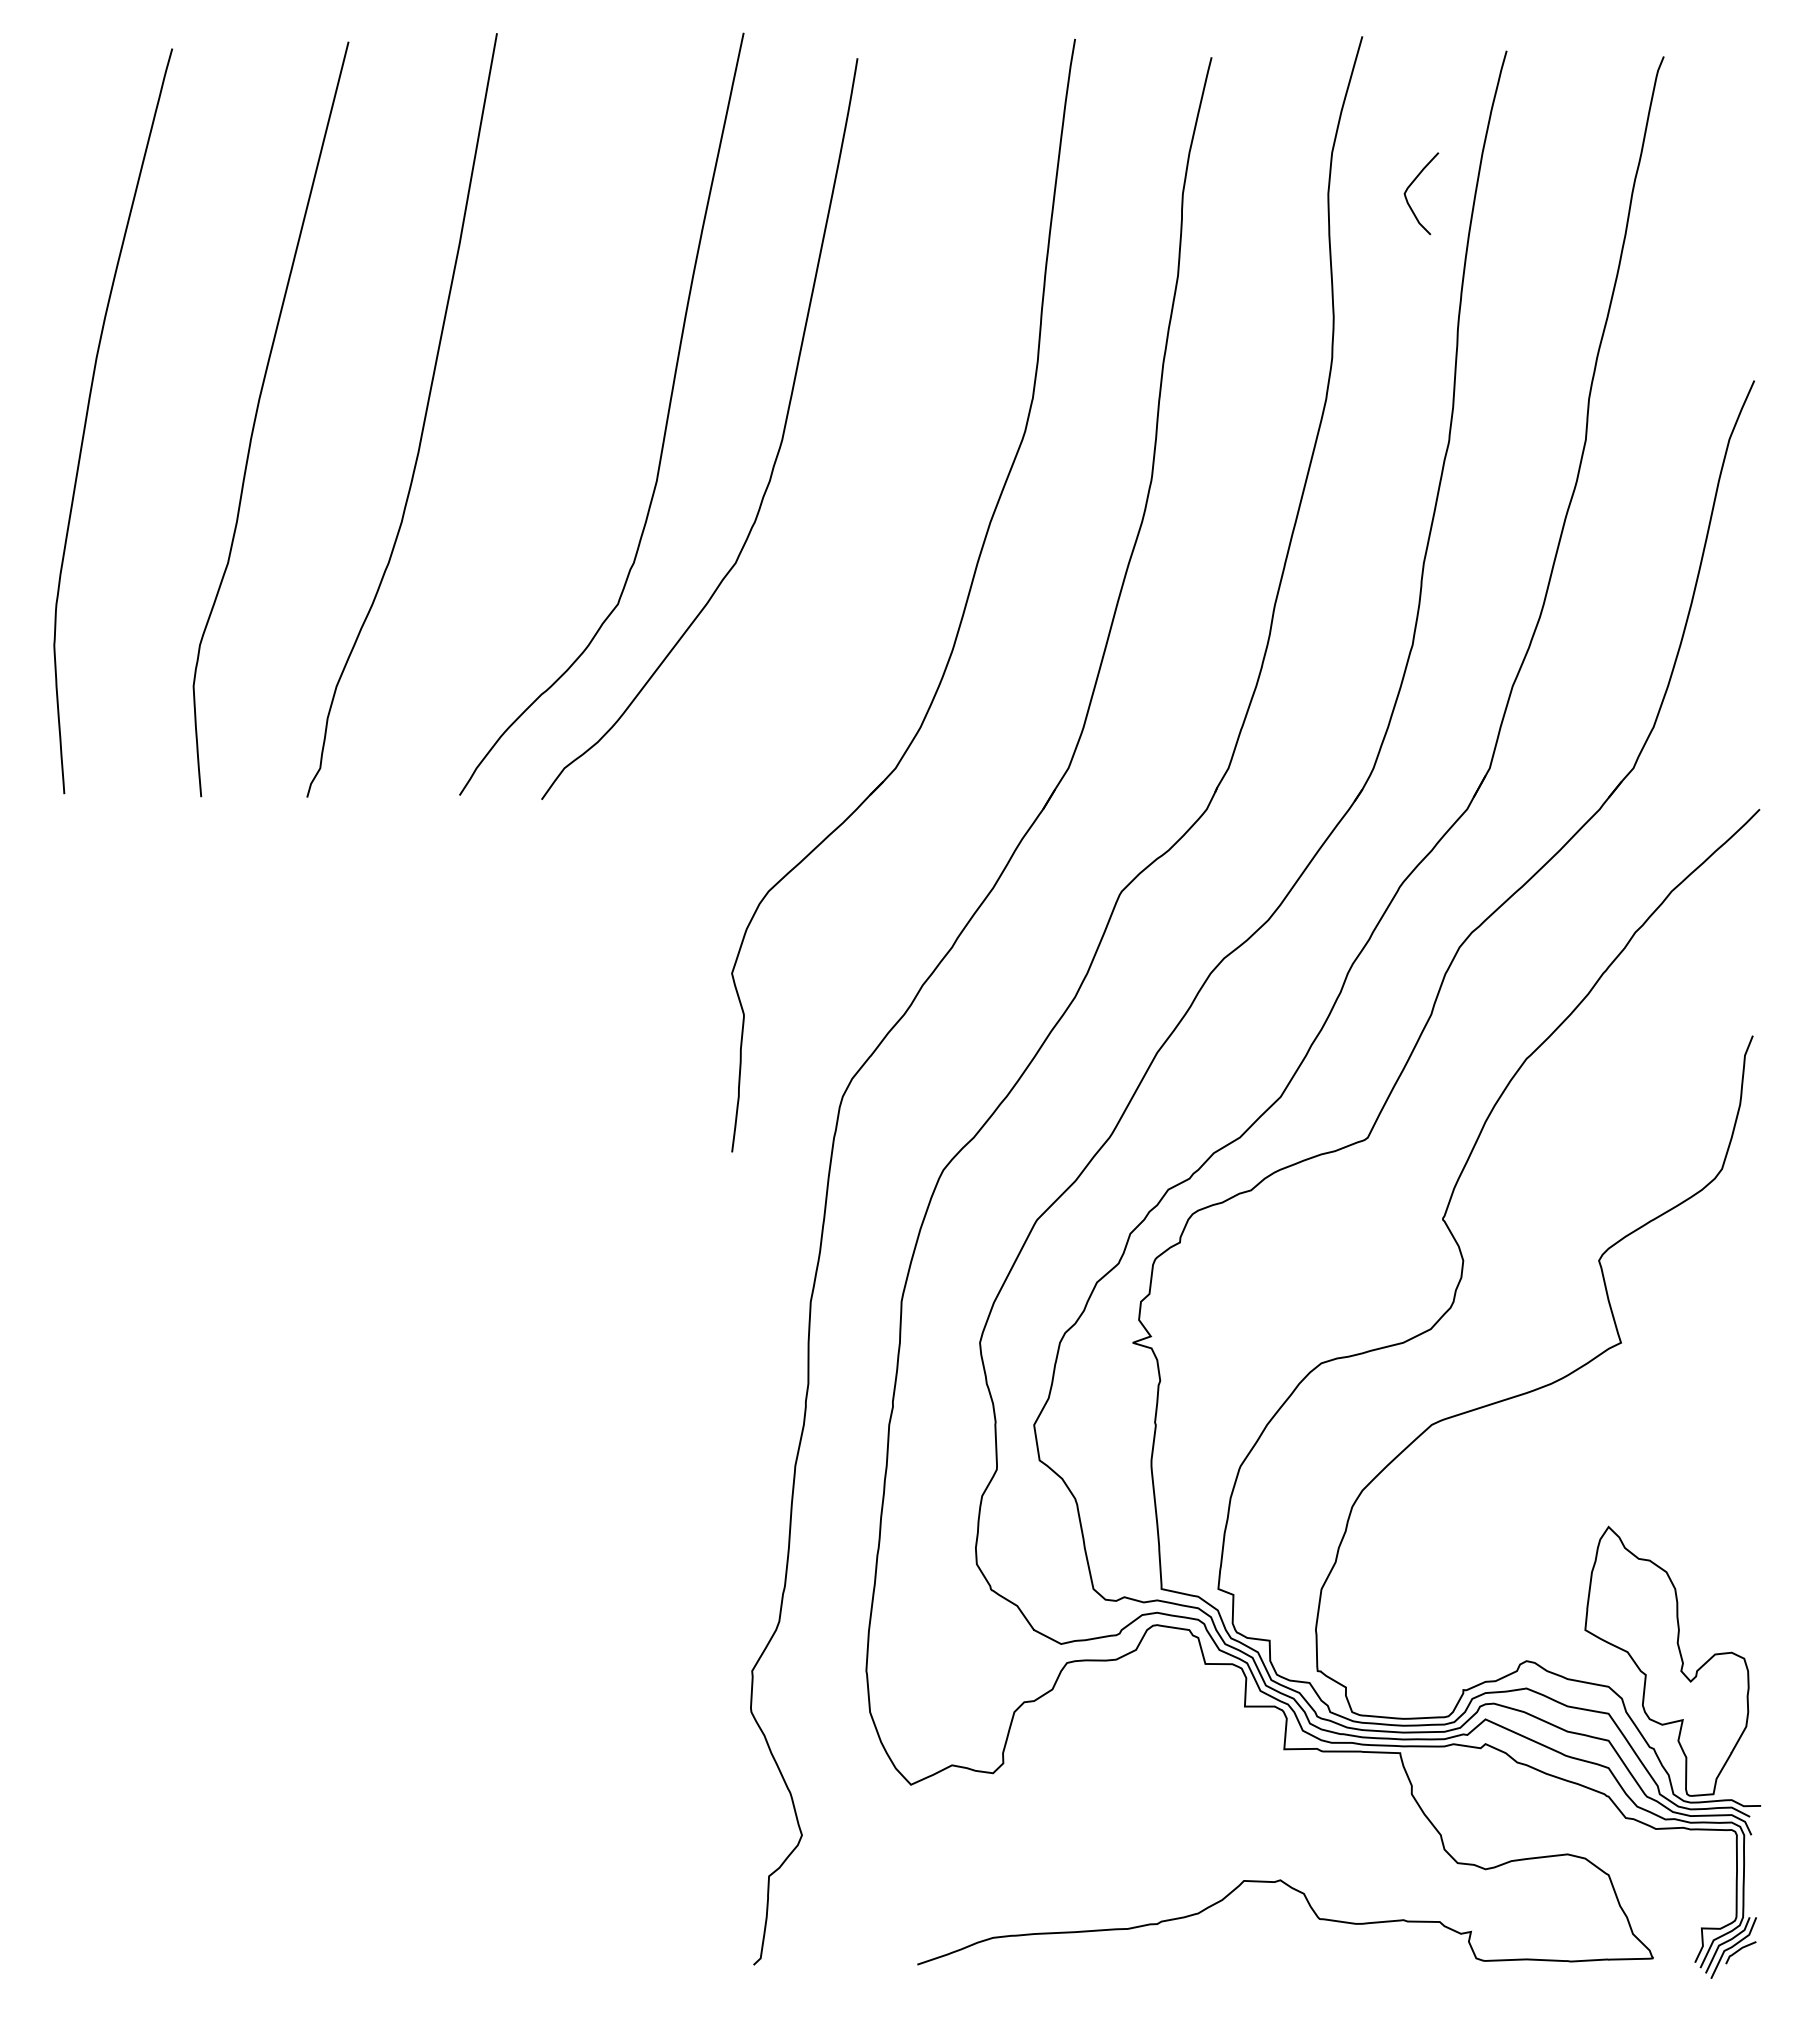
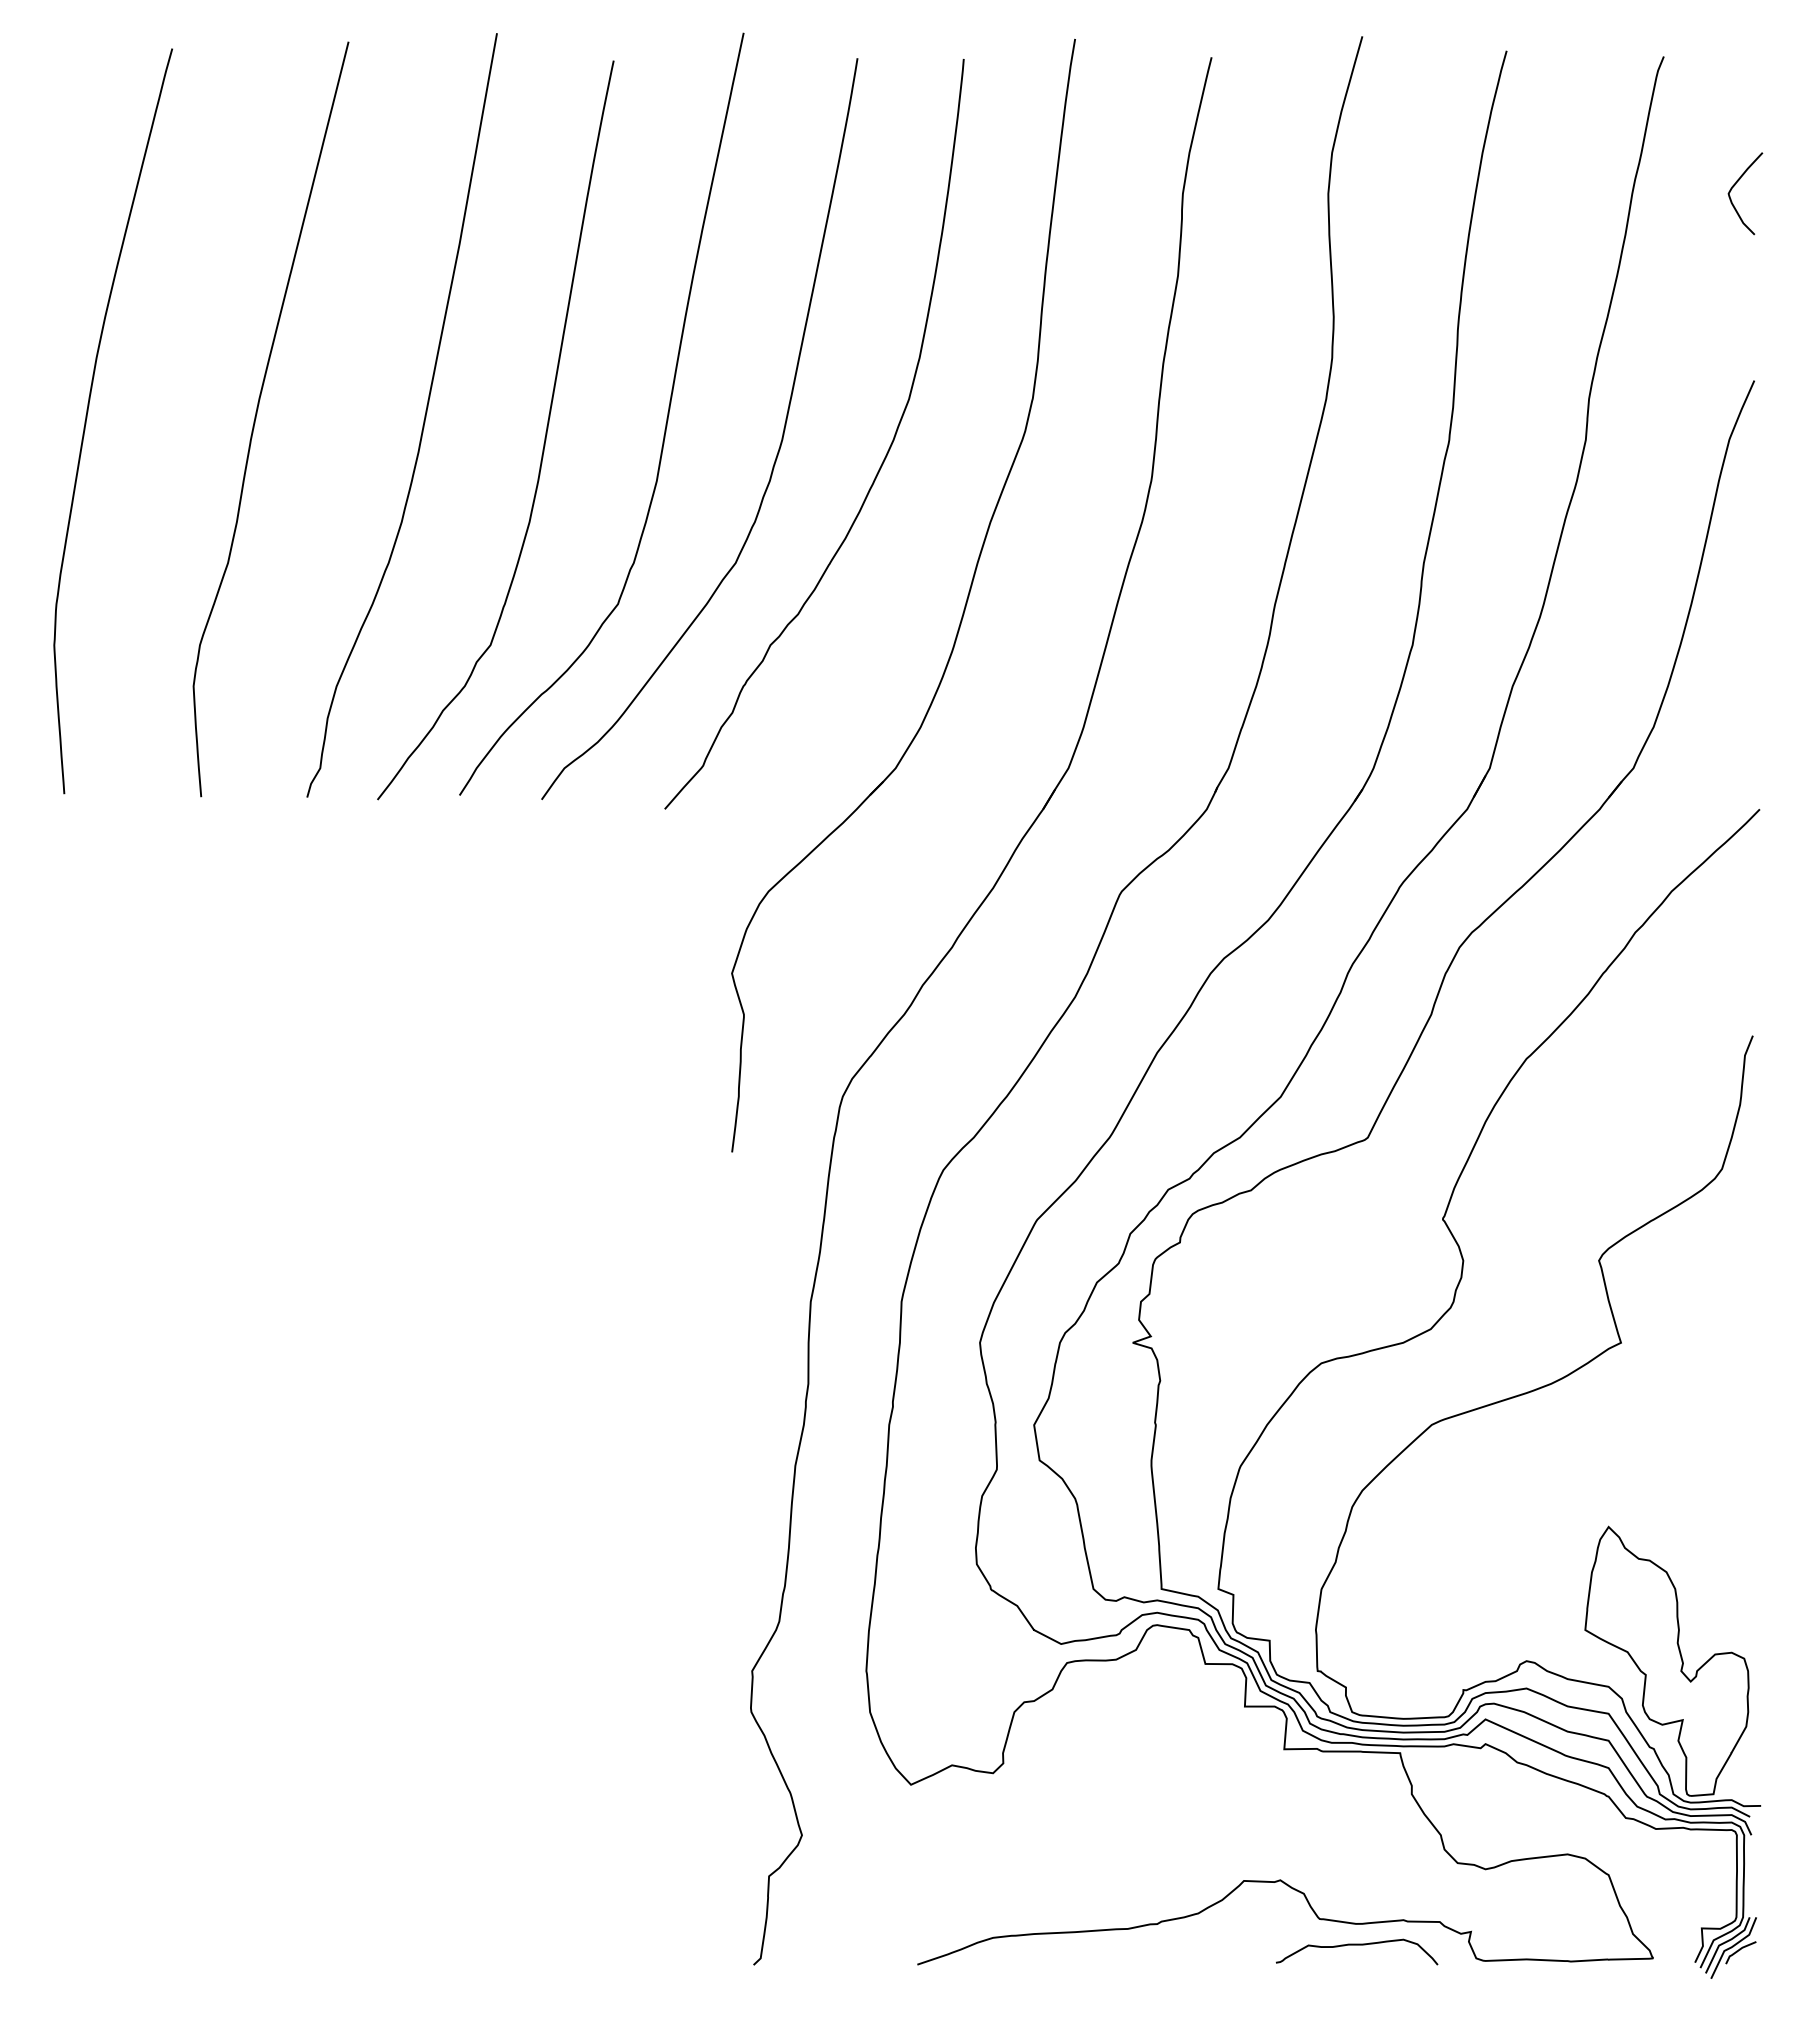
curve at (1411, 185) position: (1411, 185) -> (1735, 185)
curve at (544, 437): none -> present
curve at (879, 467): none -> present
curve at (1357, 1945): none -> present
